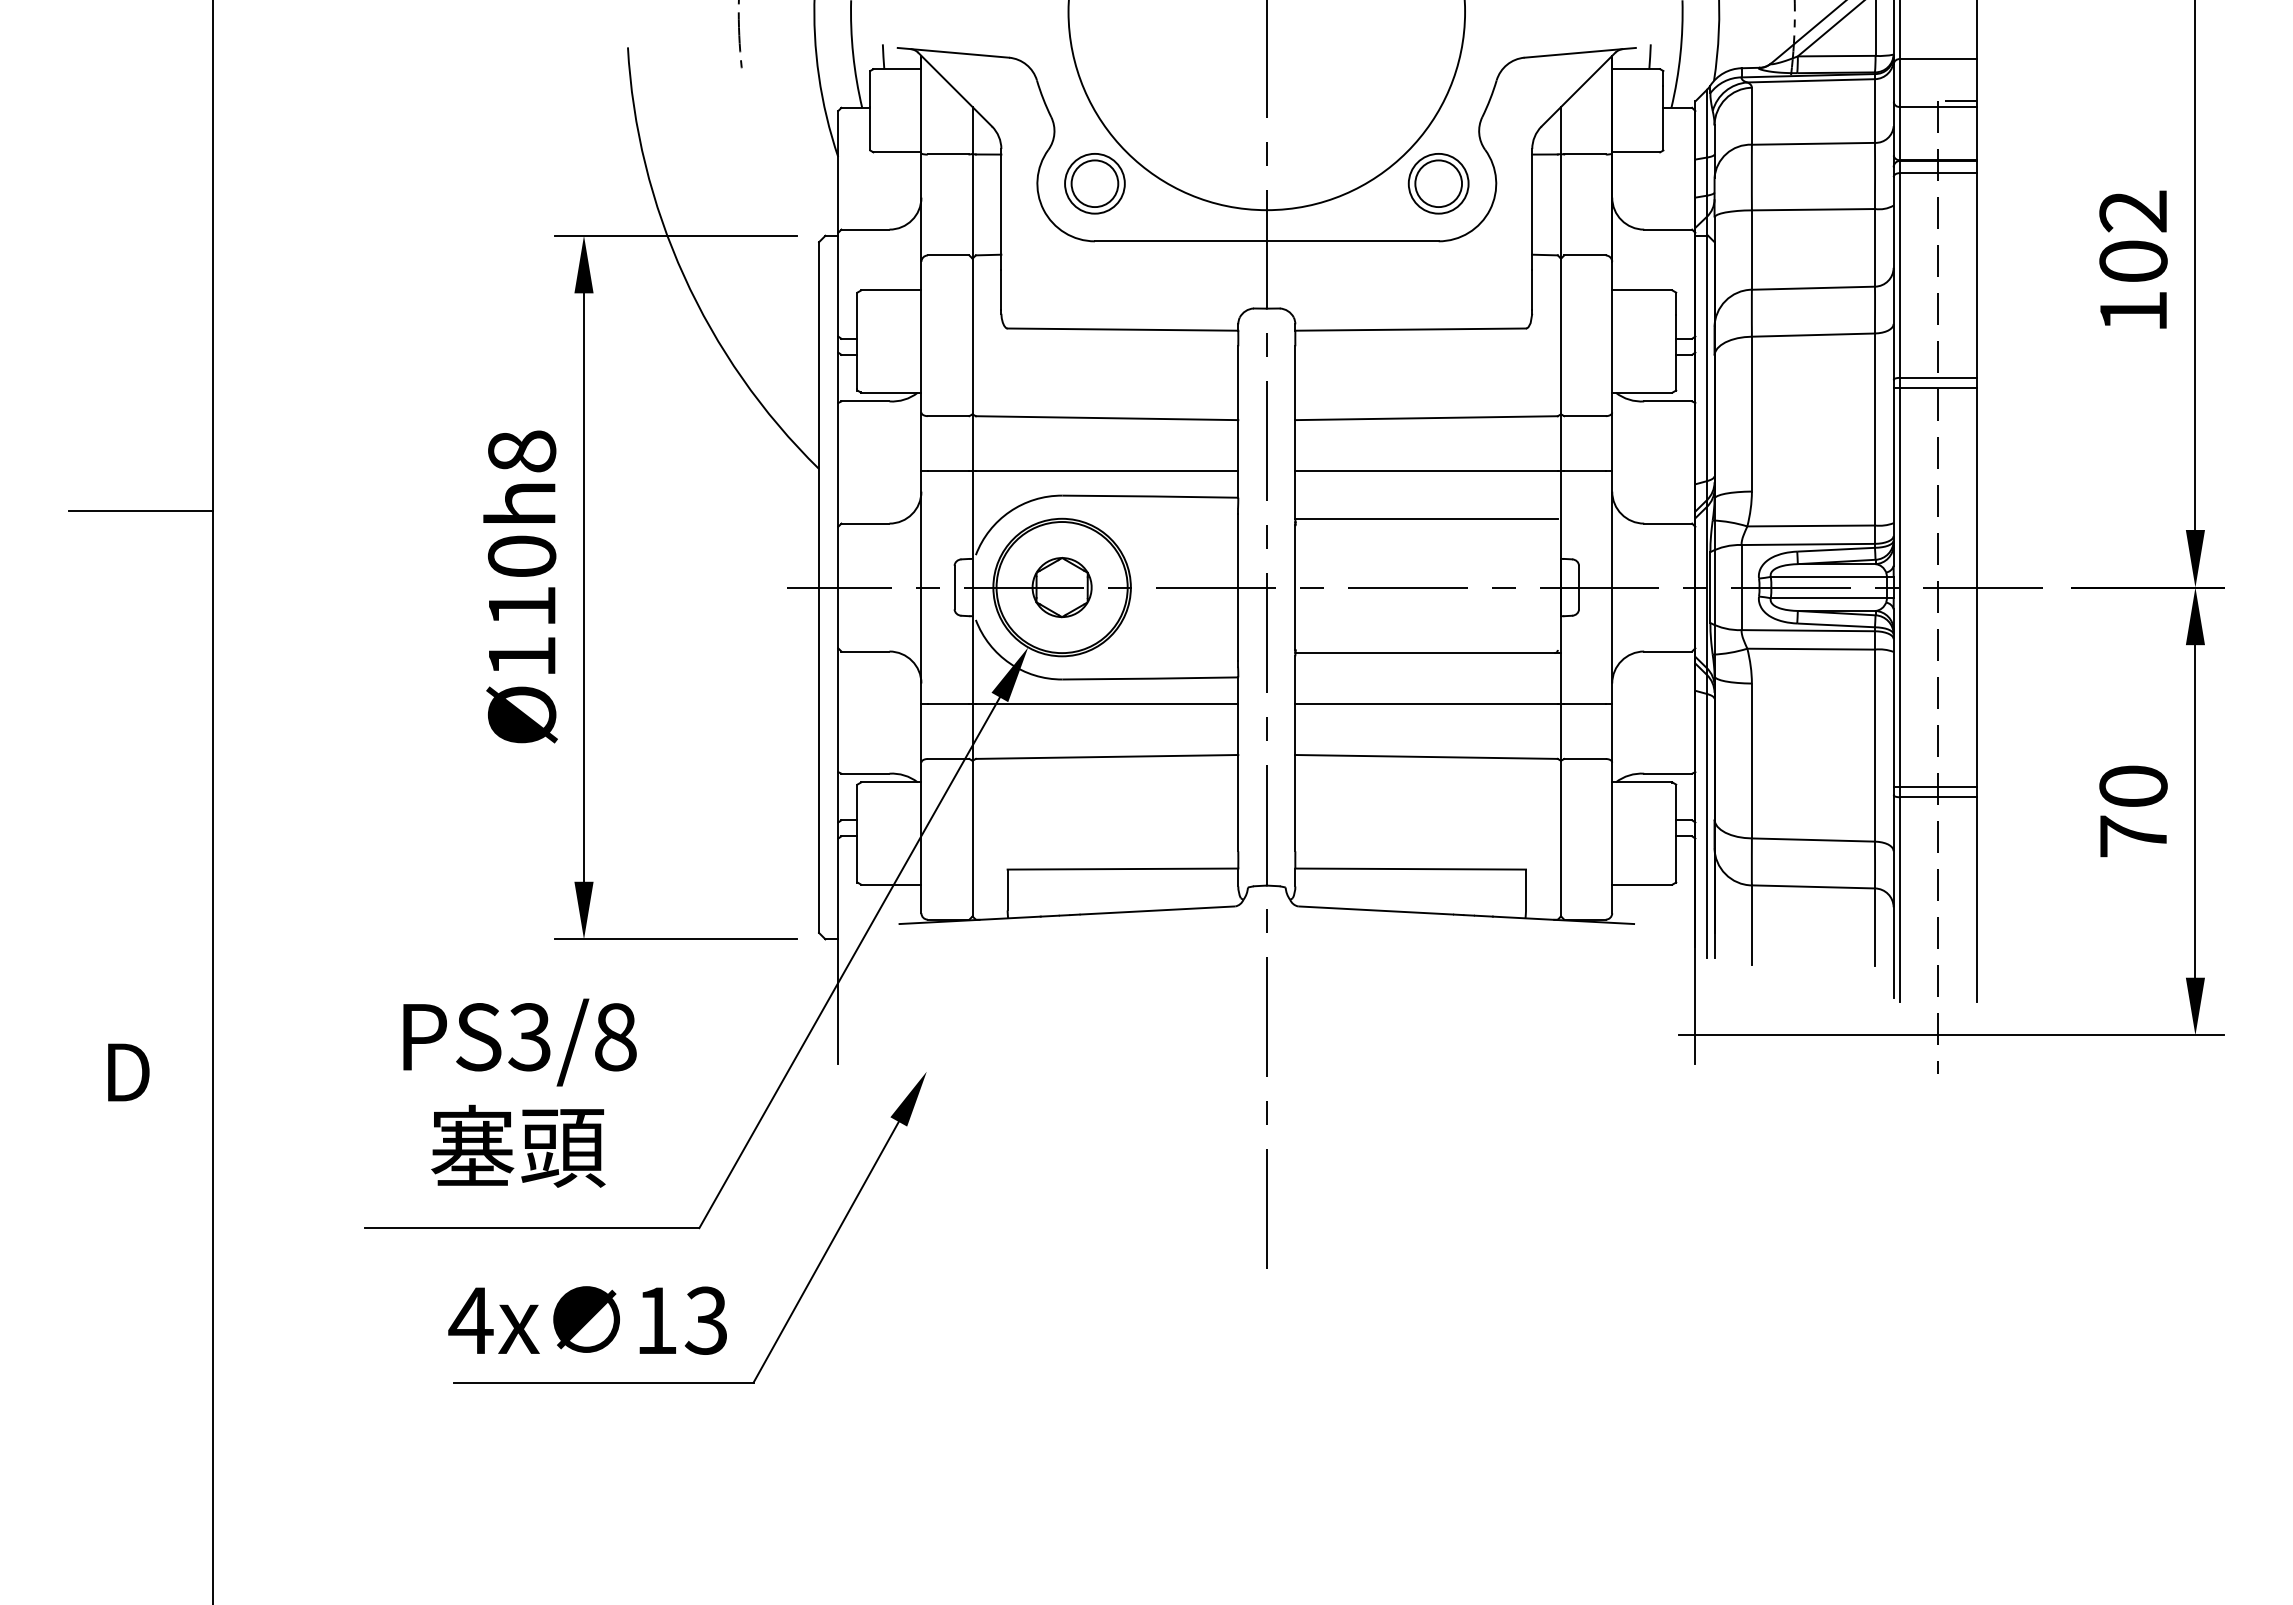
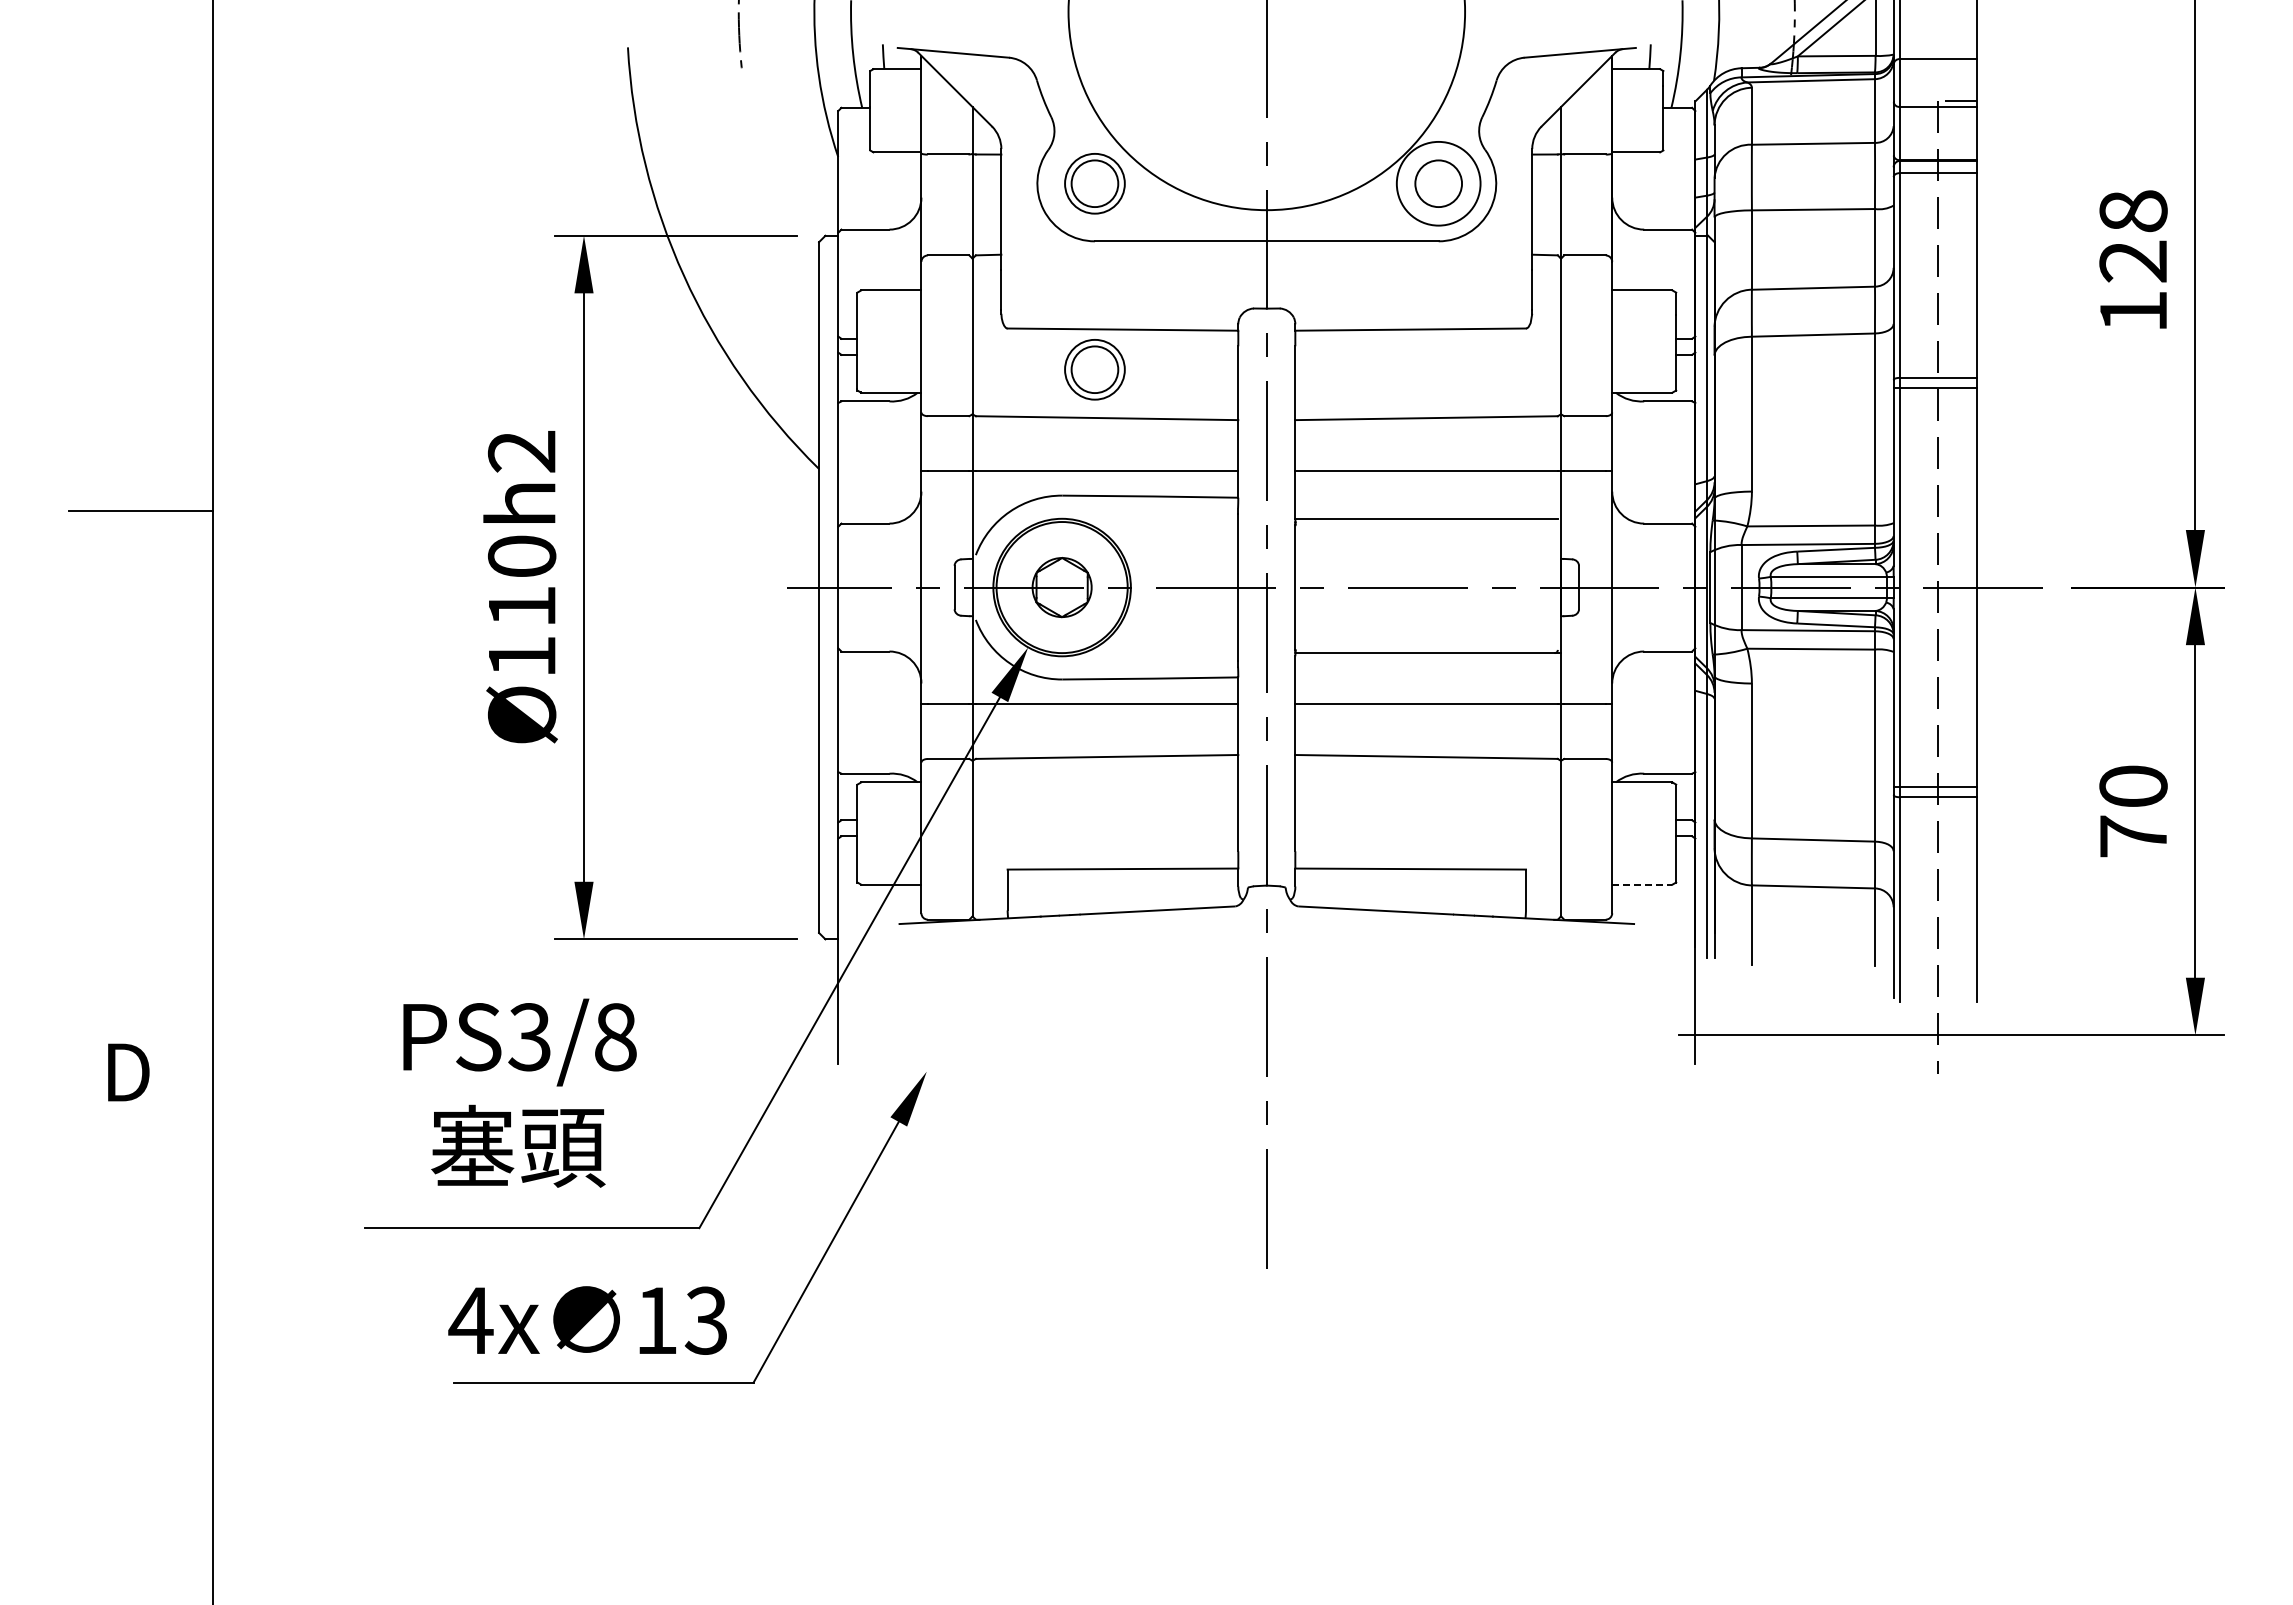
circle at (1438, 183) diameter: 60 px -> 84 px
text at (2133, 236): 102 -> 128
part at (1094, 369): none -> present
text at (521, 451): Ø110h8 -> Ø110h2
line at (1642, 884): solid -> dashed
